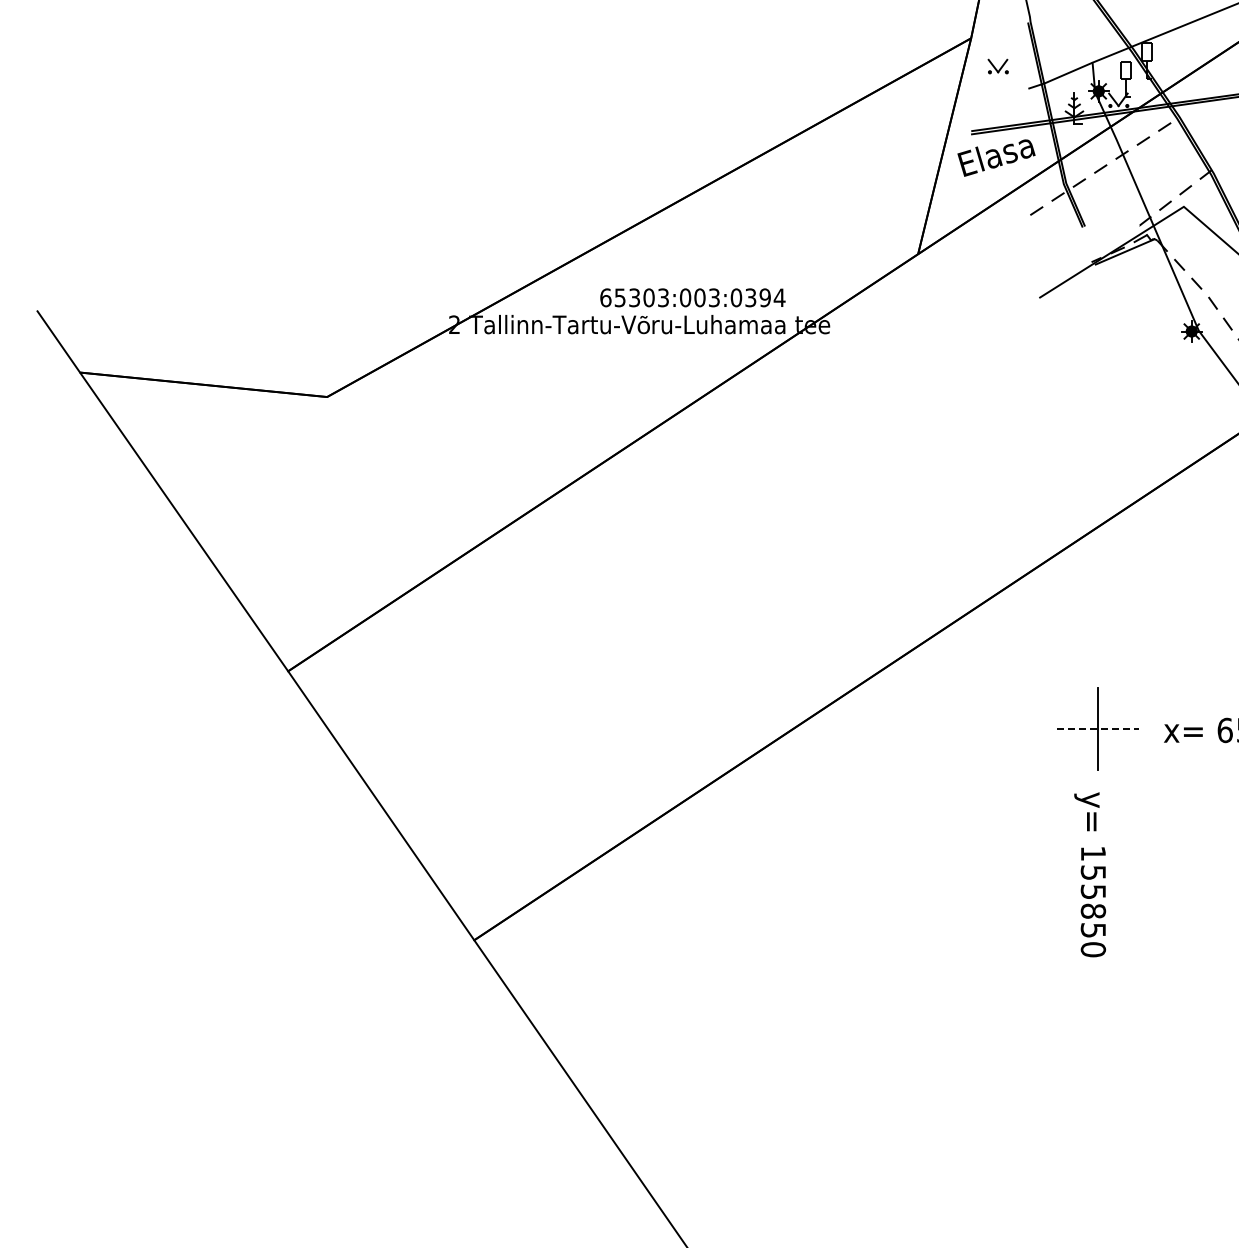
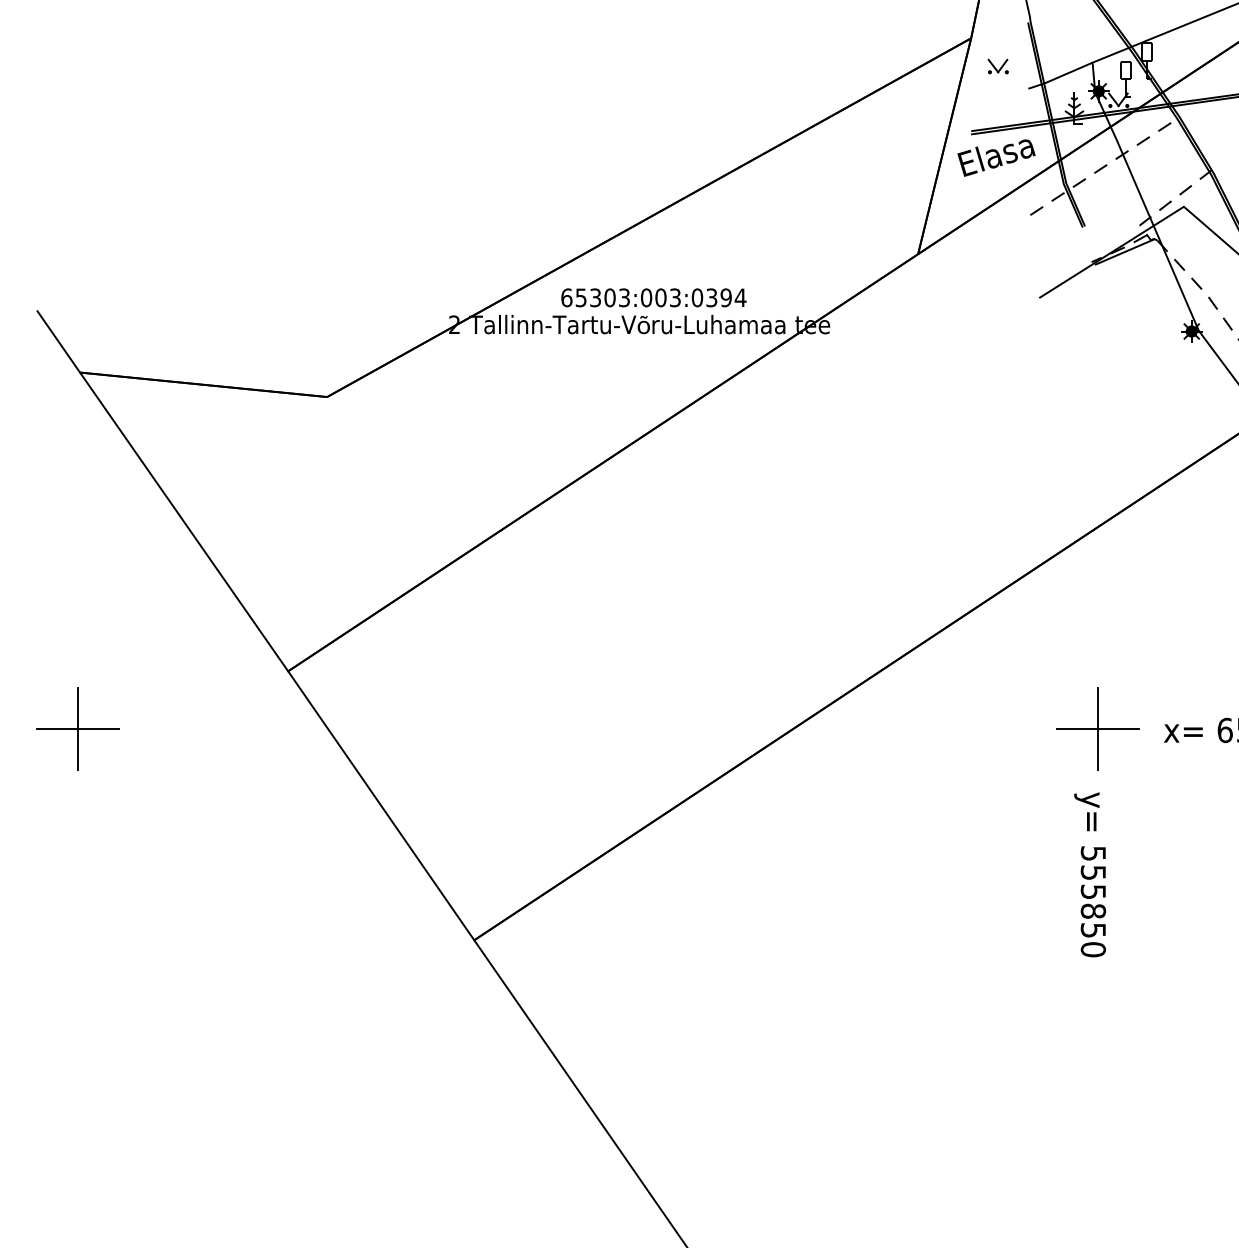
text at (692, 297) position: (692, 297) -> (653, 297)
part at (77, 728): none -> present
line at (1098, 728): dashed -> solid
text at (1092, 853): 155850 -> 555850
